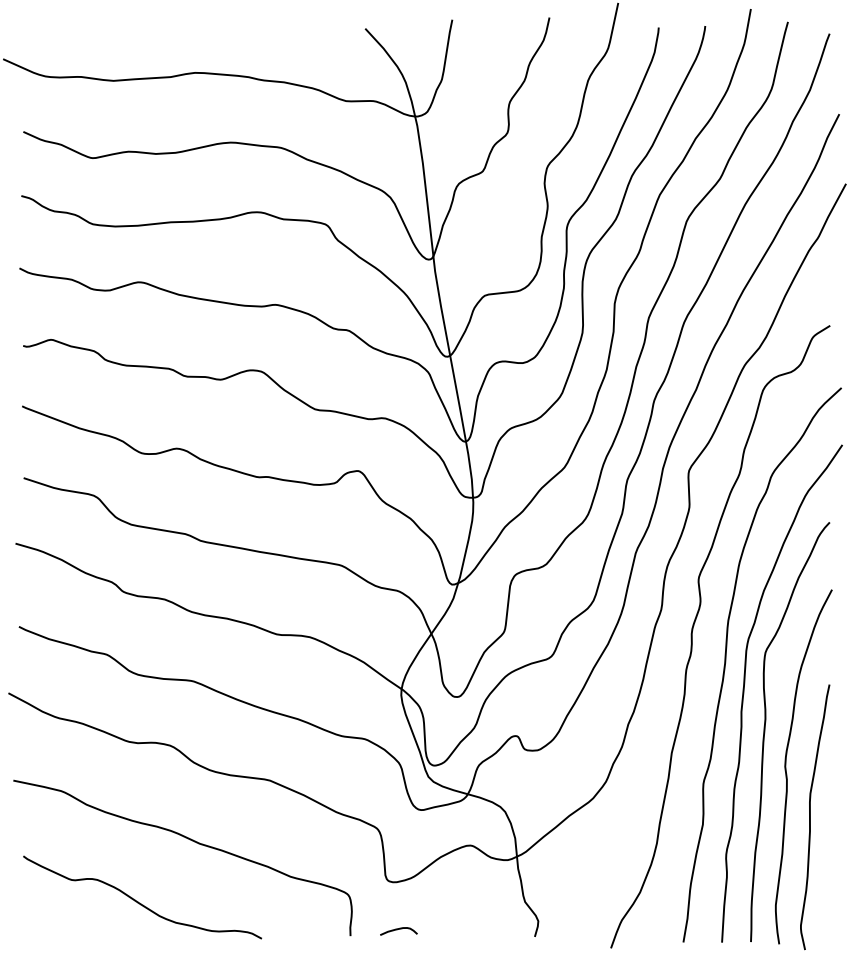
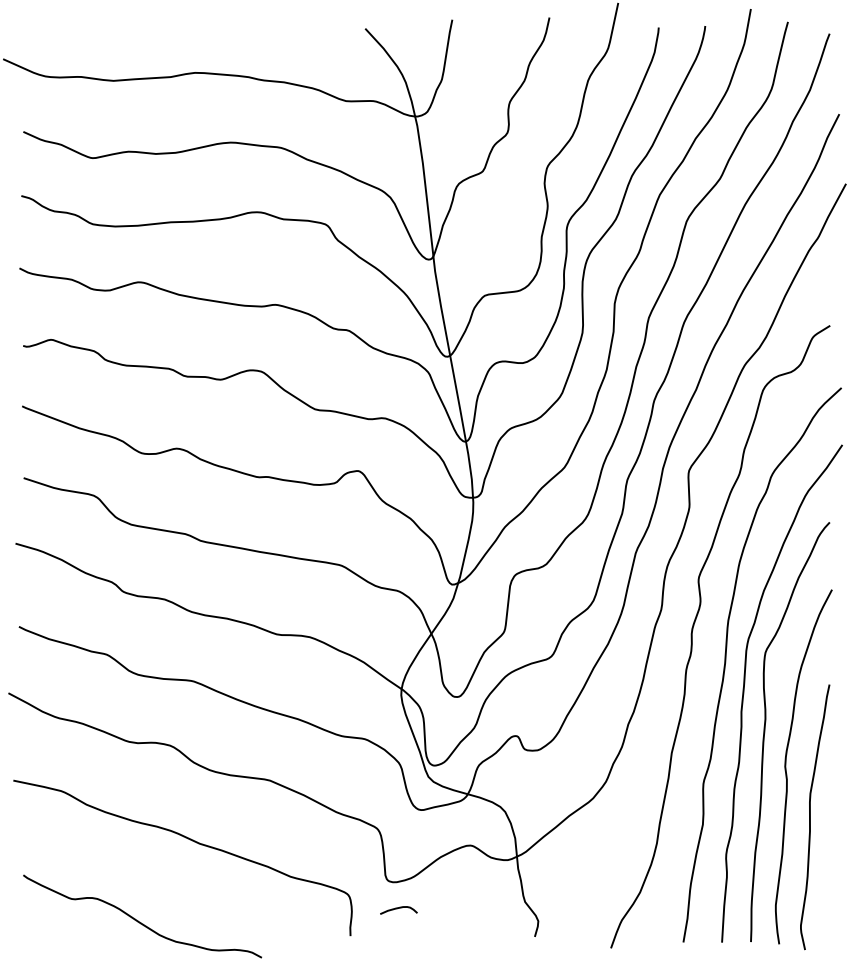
curve at (138, 901) position: (138, 901) -> (138, 920)
curve at (397, 930) position: (397, 930) -> (397, 909)
